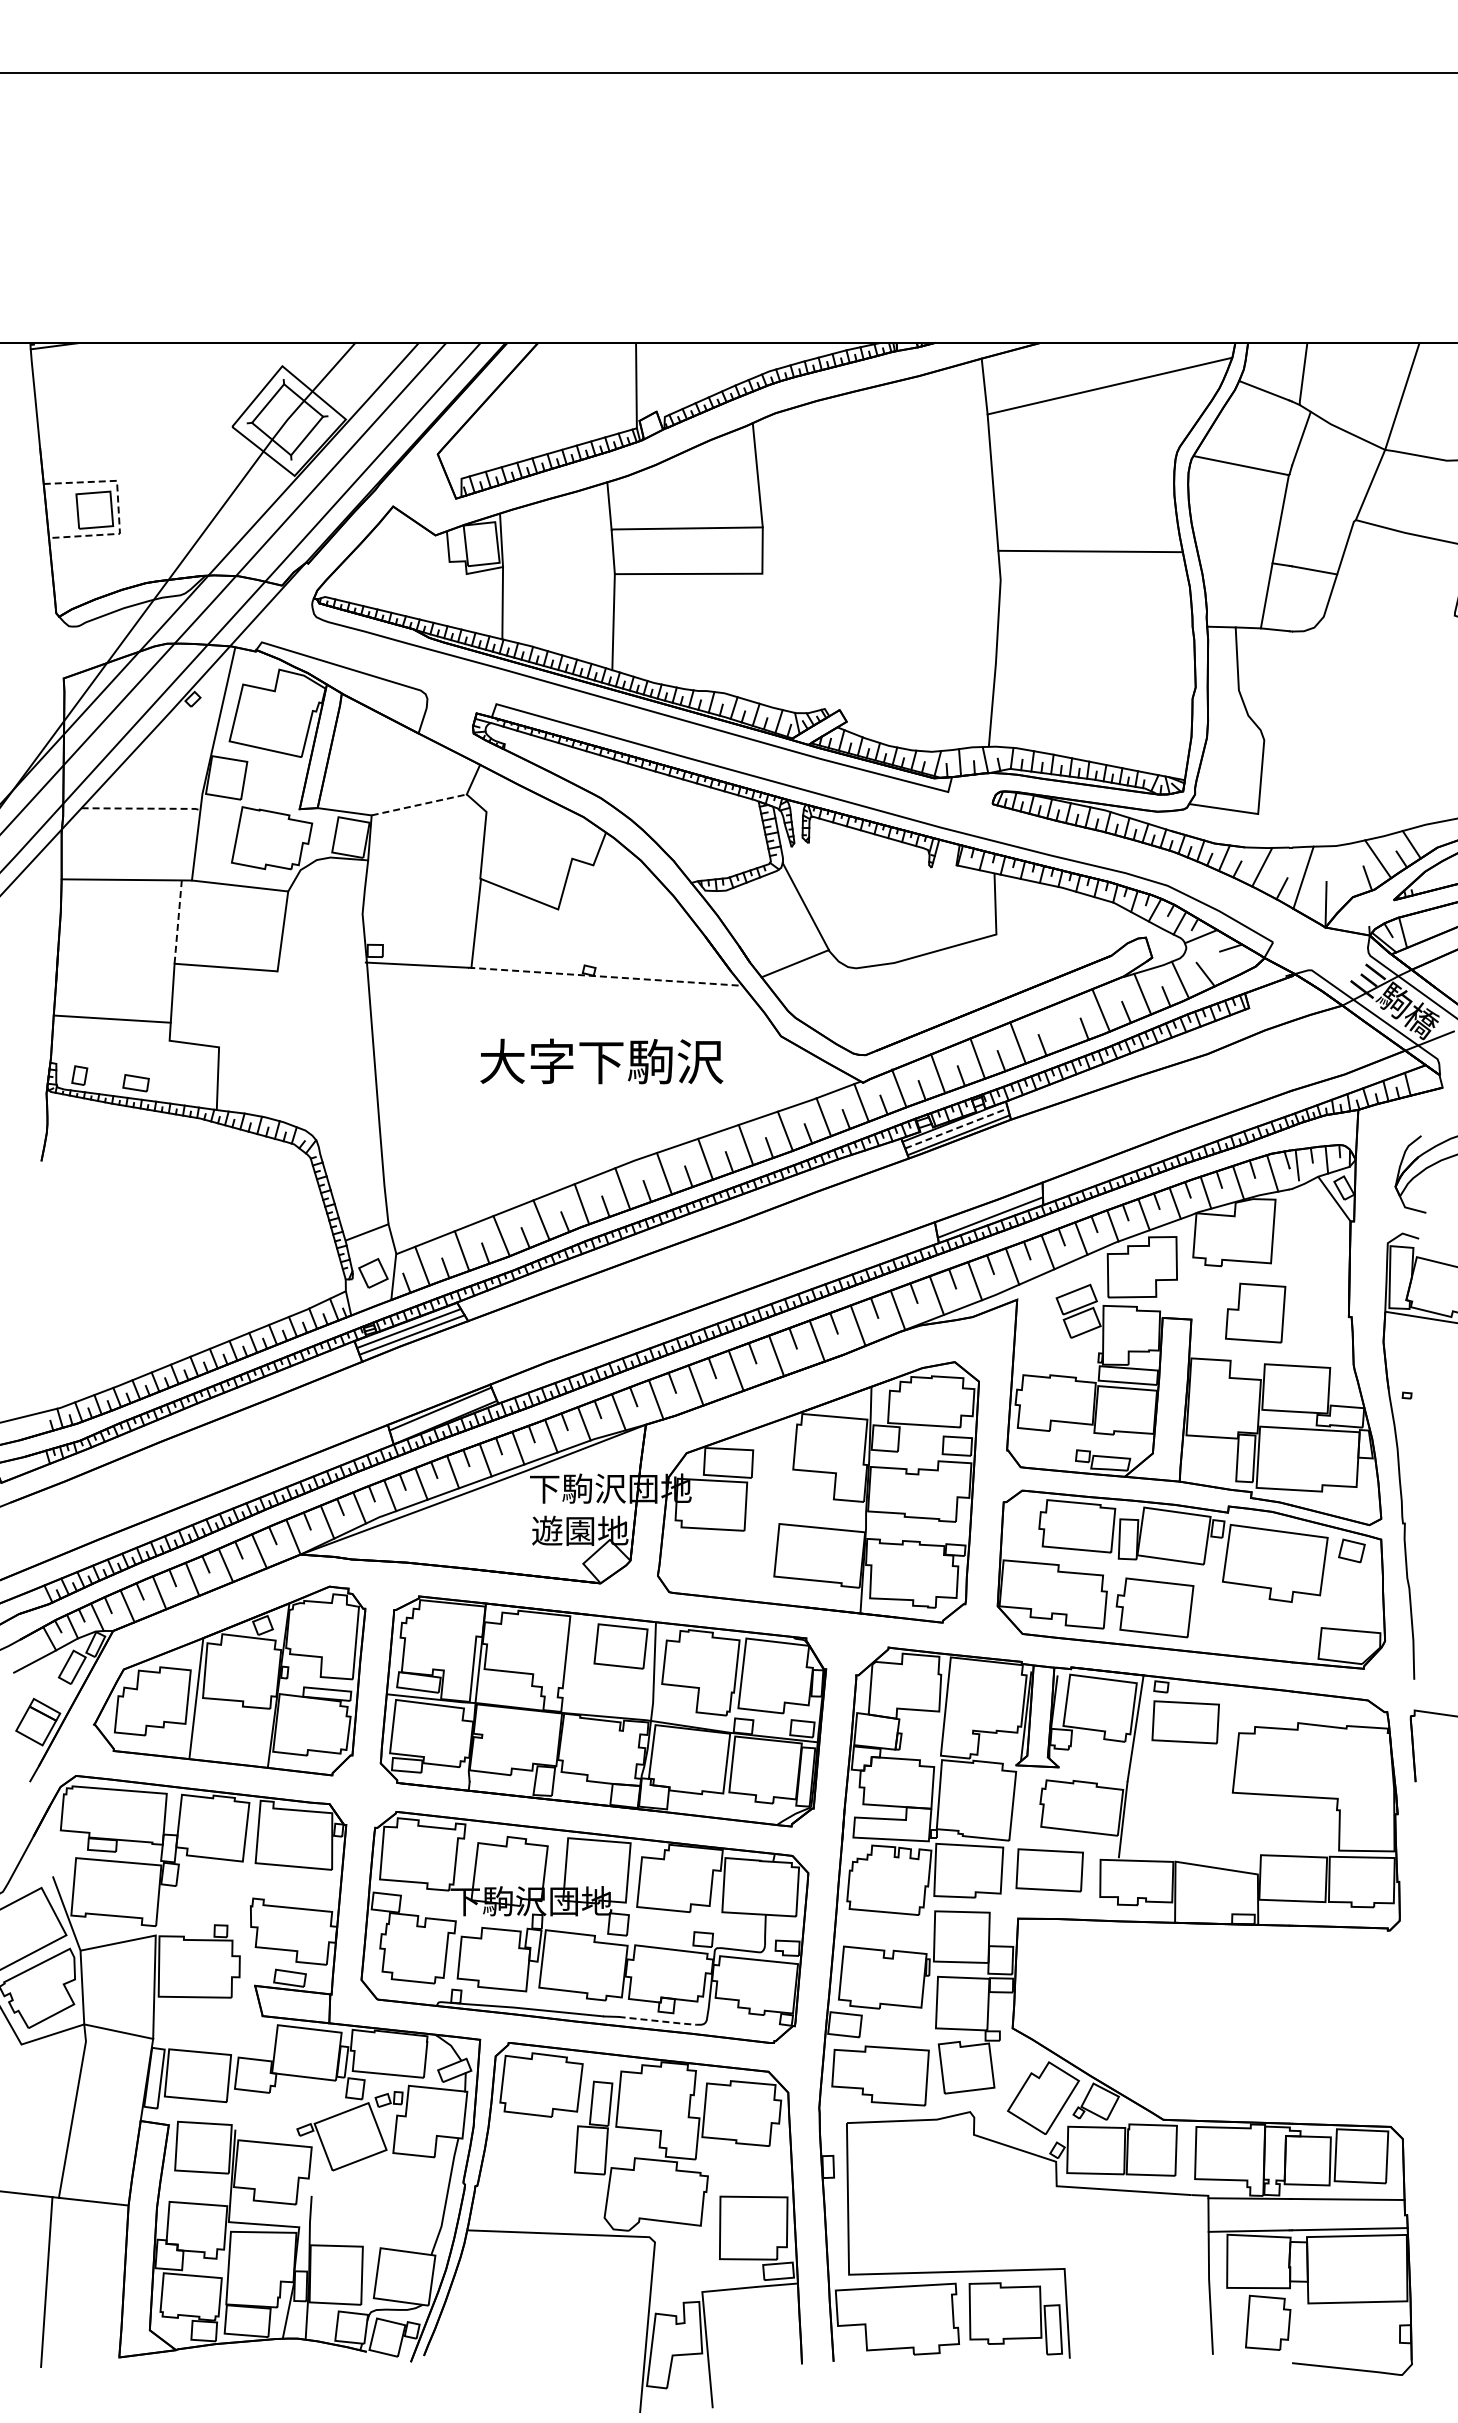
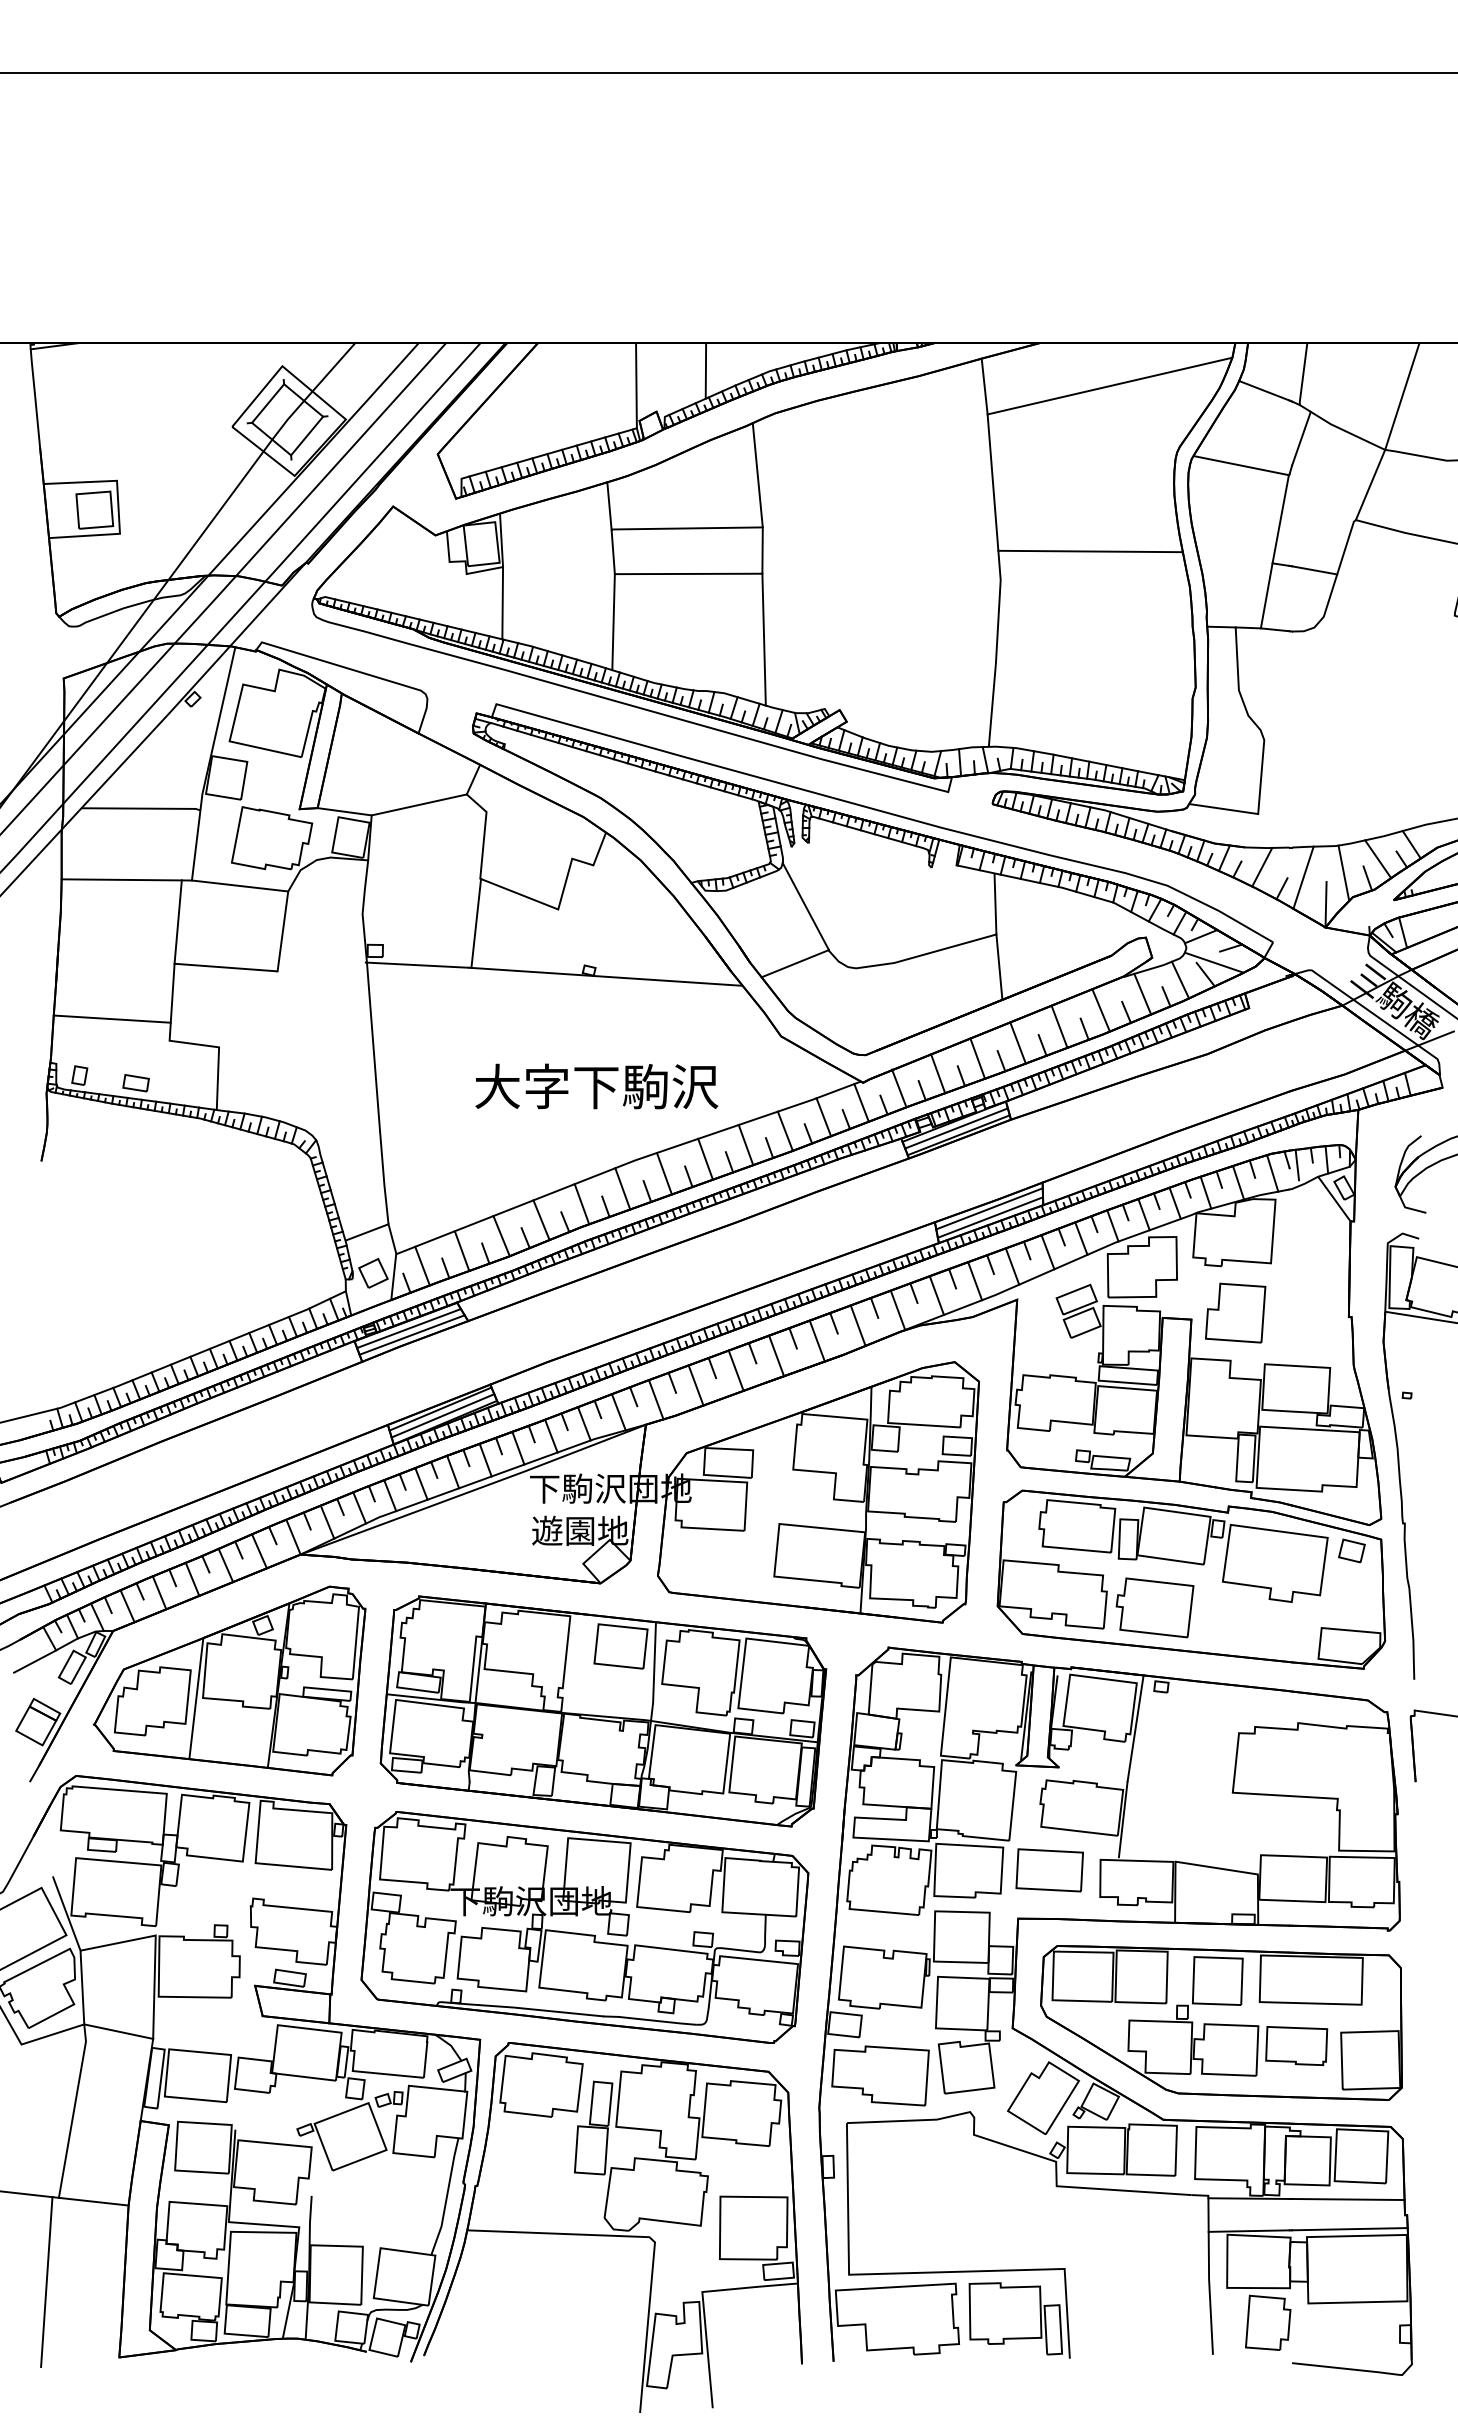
line at (705, 370): none -> present
line at (118, 506): dashed -> solid
line at (763, 639): none -> present
line at (419, 804): dashed -> solid
line at (142, 808): dashed -> solid
line at (1343, 872): none -> present
line at (178, 922): dashed -> solid
line at (1213, 962): none -> present
line at (999, 966): none -> present
line at (605, 976): dashed -> solid
line at (1059, 1026): none -> present
text at (601, 1061) position: (601, 1061) -> (596, 1086)
line at (956, 1128): dashed -> solid
line at (989, 1208): none -> present
part at (1255, 1312) position: (1255, 1312) -> (1235, 1312)
line at (442, 1415): none -> present
part at (1185, 1722): present -> none
line at (658, 2021): dashed -> solid
part at (1221, 2022): none -> present
